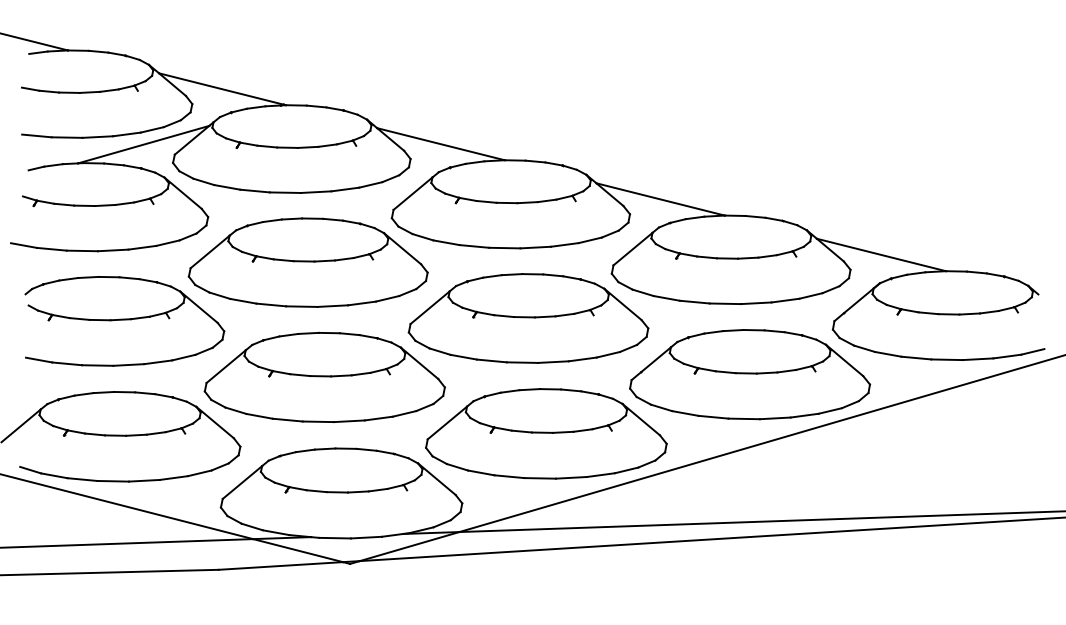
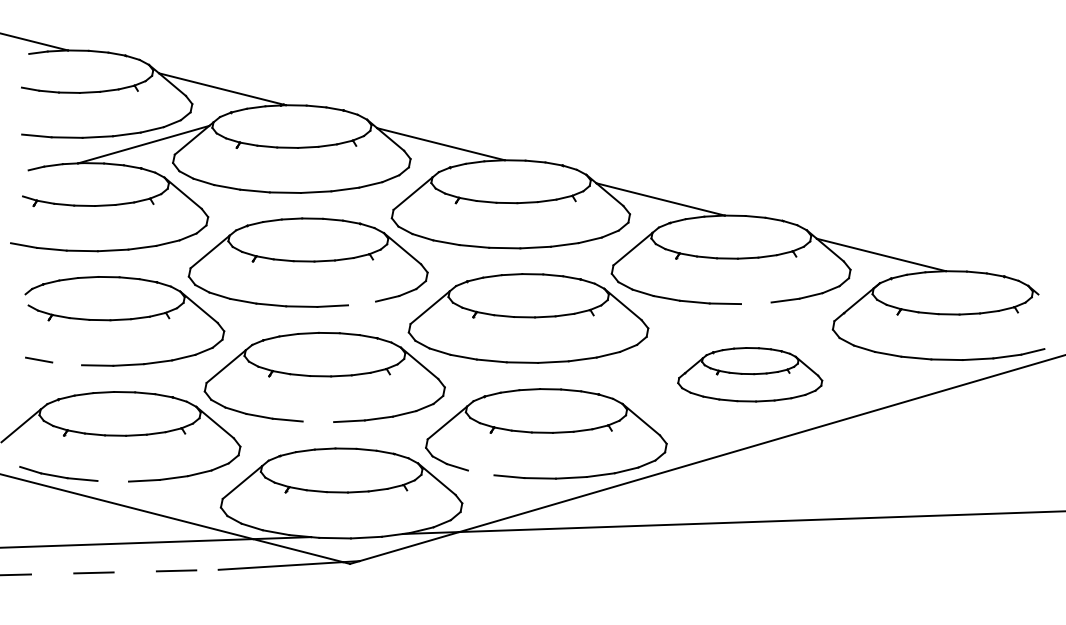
line at (362, 303): present -> none
line at (756, 303): present -> none
line at (67, 363): present -> none
part at (750, 374) size: 243x92 px -> 147x56 px
line at (318, 421): present -> none
line at (481, 472): present -> none
line at (112, 480): present -> none
line at (710, 539): present -> none
line at (109, 572): solid -> dashed
